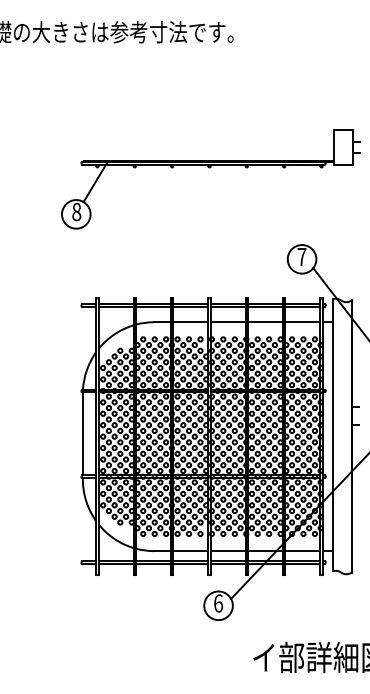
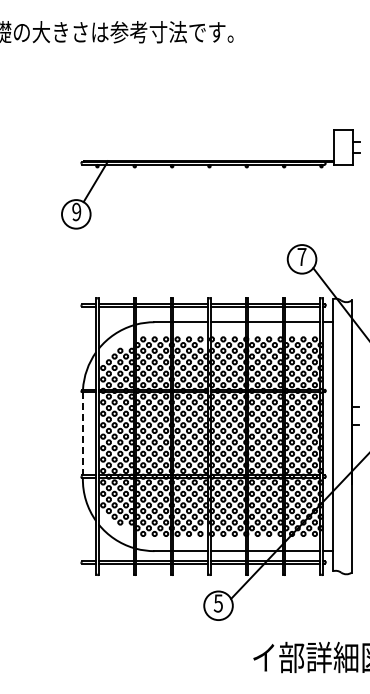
text at (76, 212): 8 -> 9
line at (82, 433): solid -> dashed
text at (218, 603): 6 -> 5
